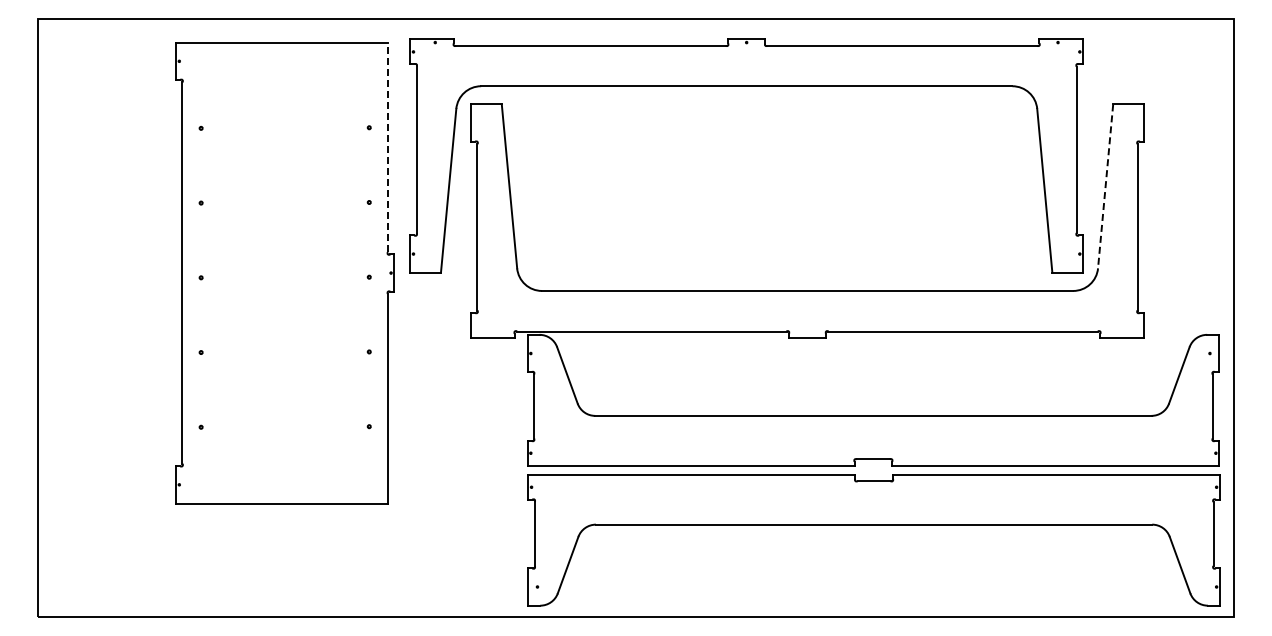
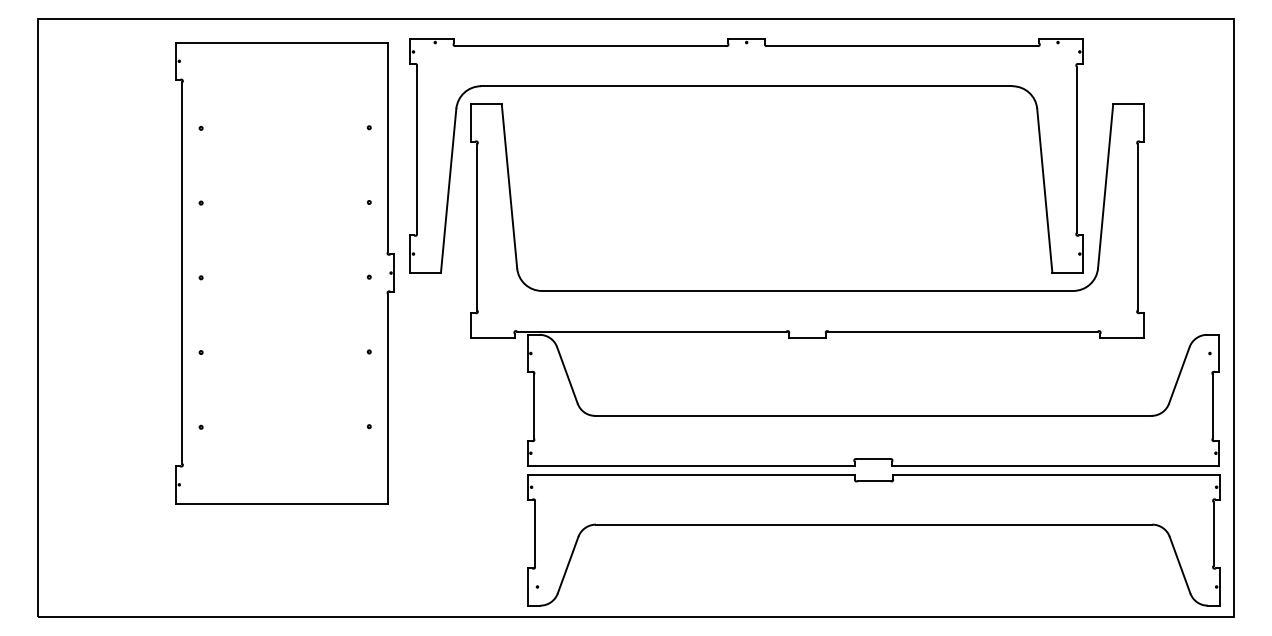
line at (387, 147): dashed -> solid
line at (1105, 186): dashed -> solid
